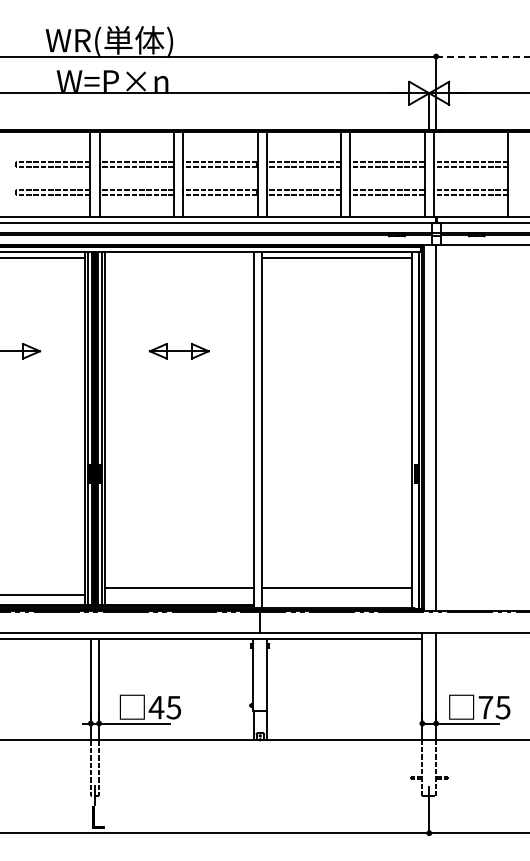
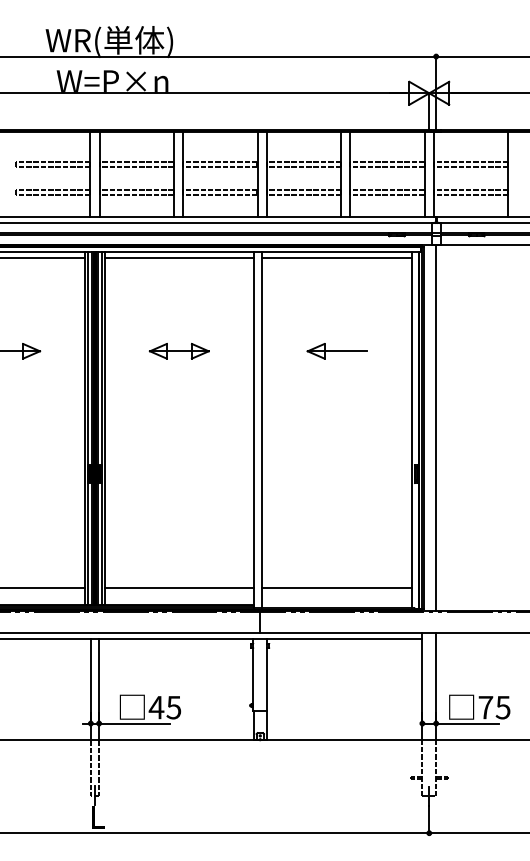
line at (483, 56): dashed -> solid
line at (179, 258): none -> present
part at (336, 351): none -> present
line at (43, 595) position: (43, 595) -> (43, 588)
